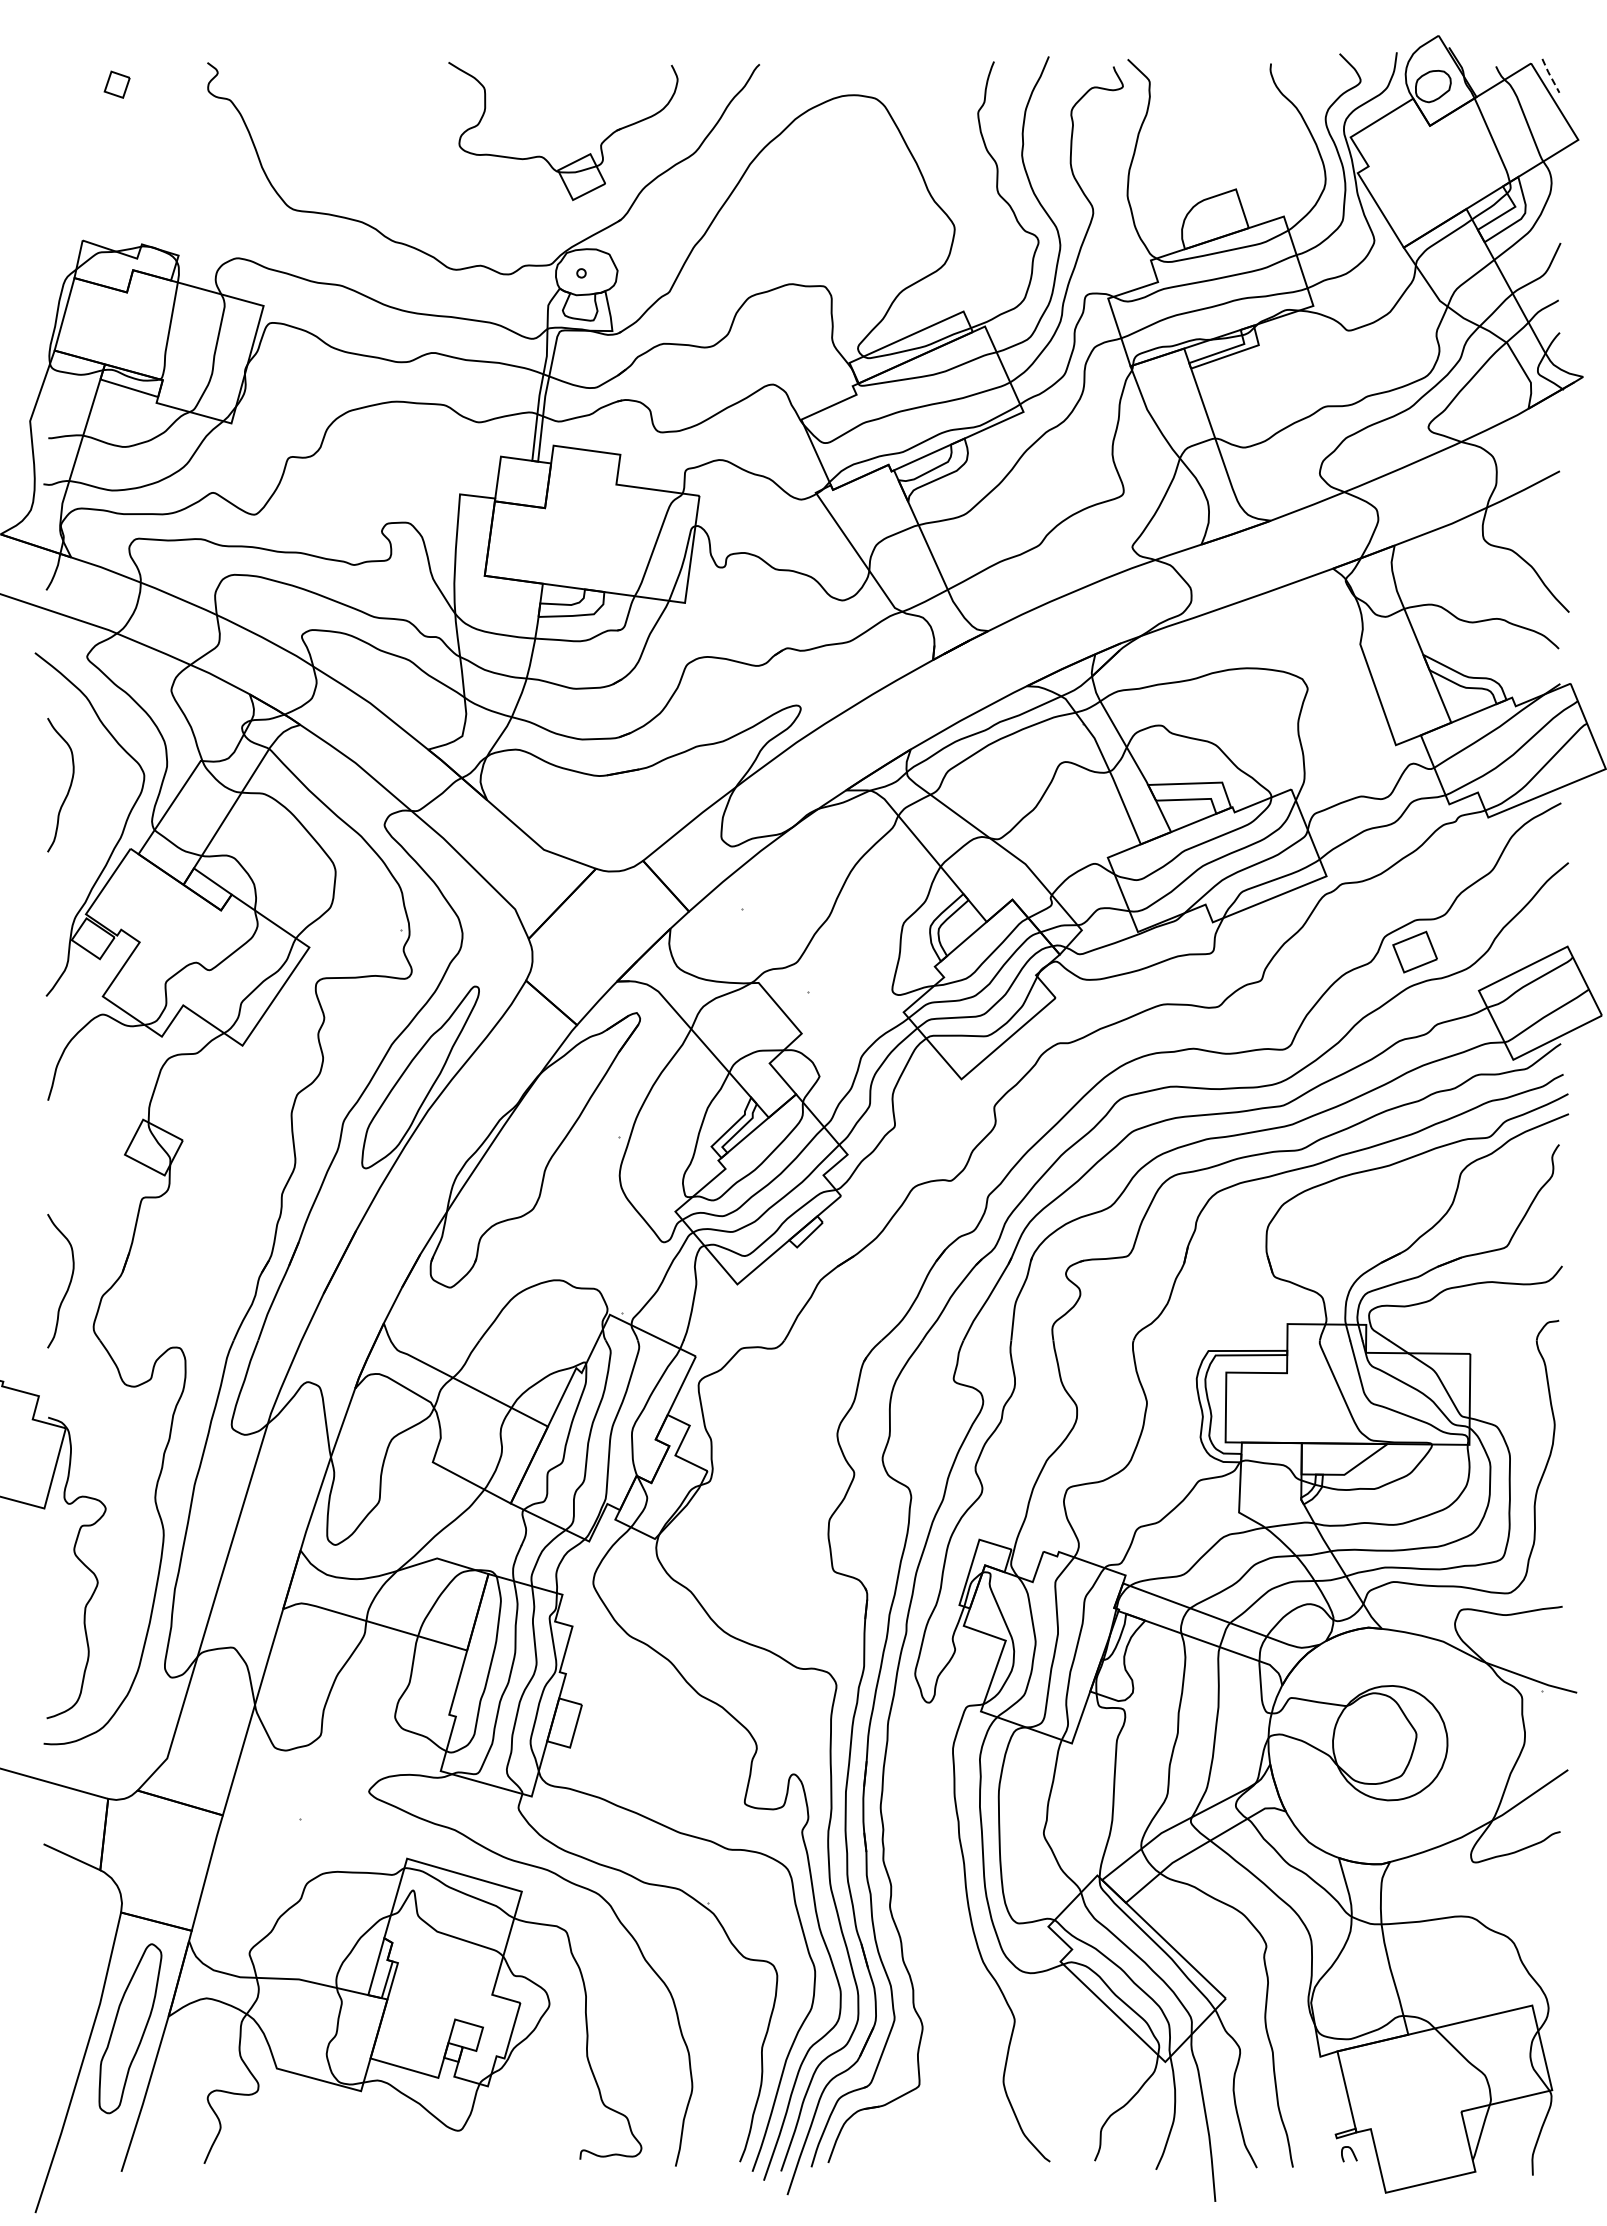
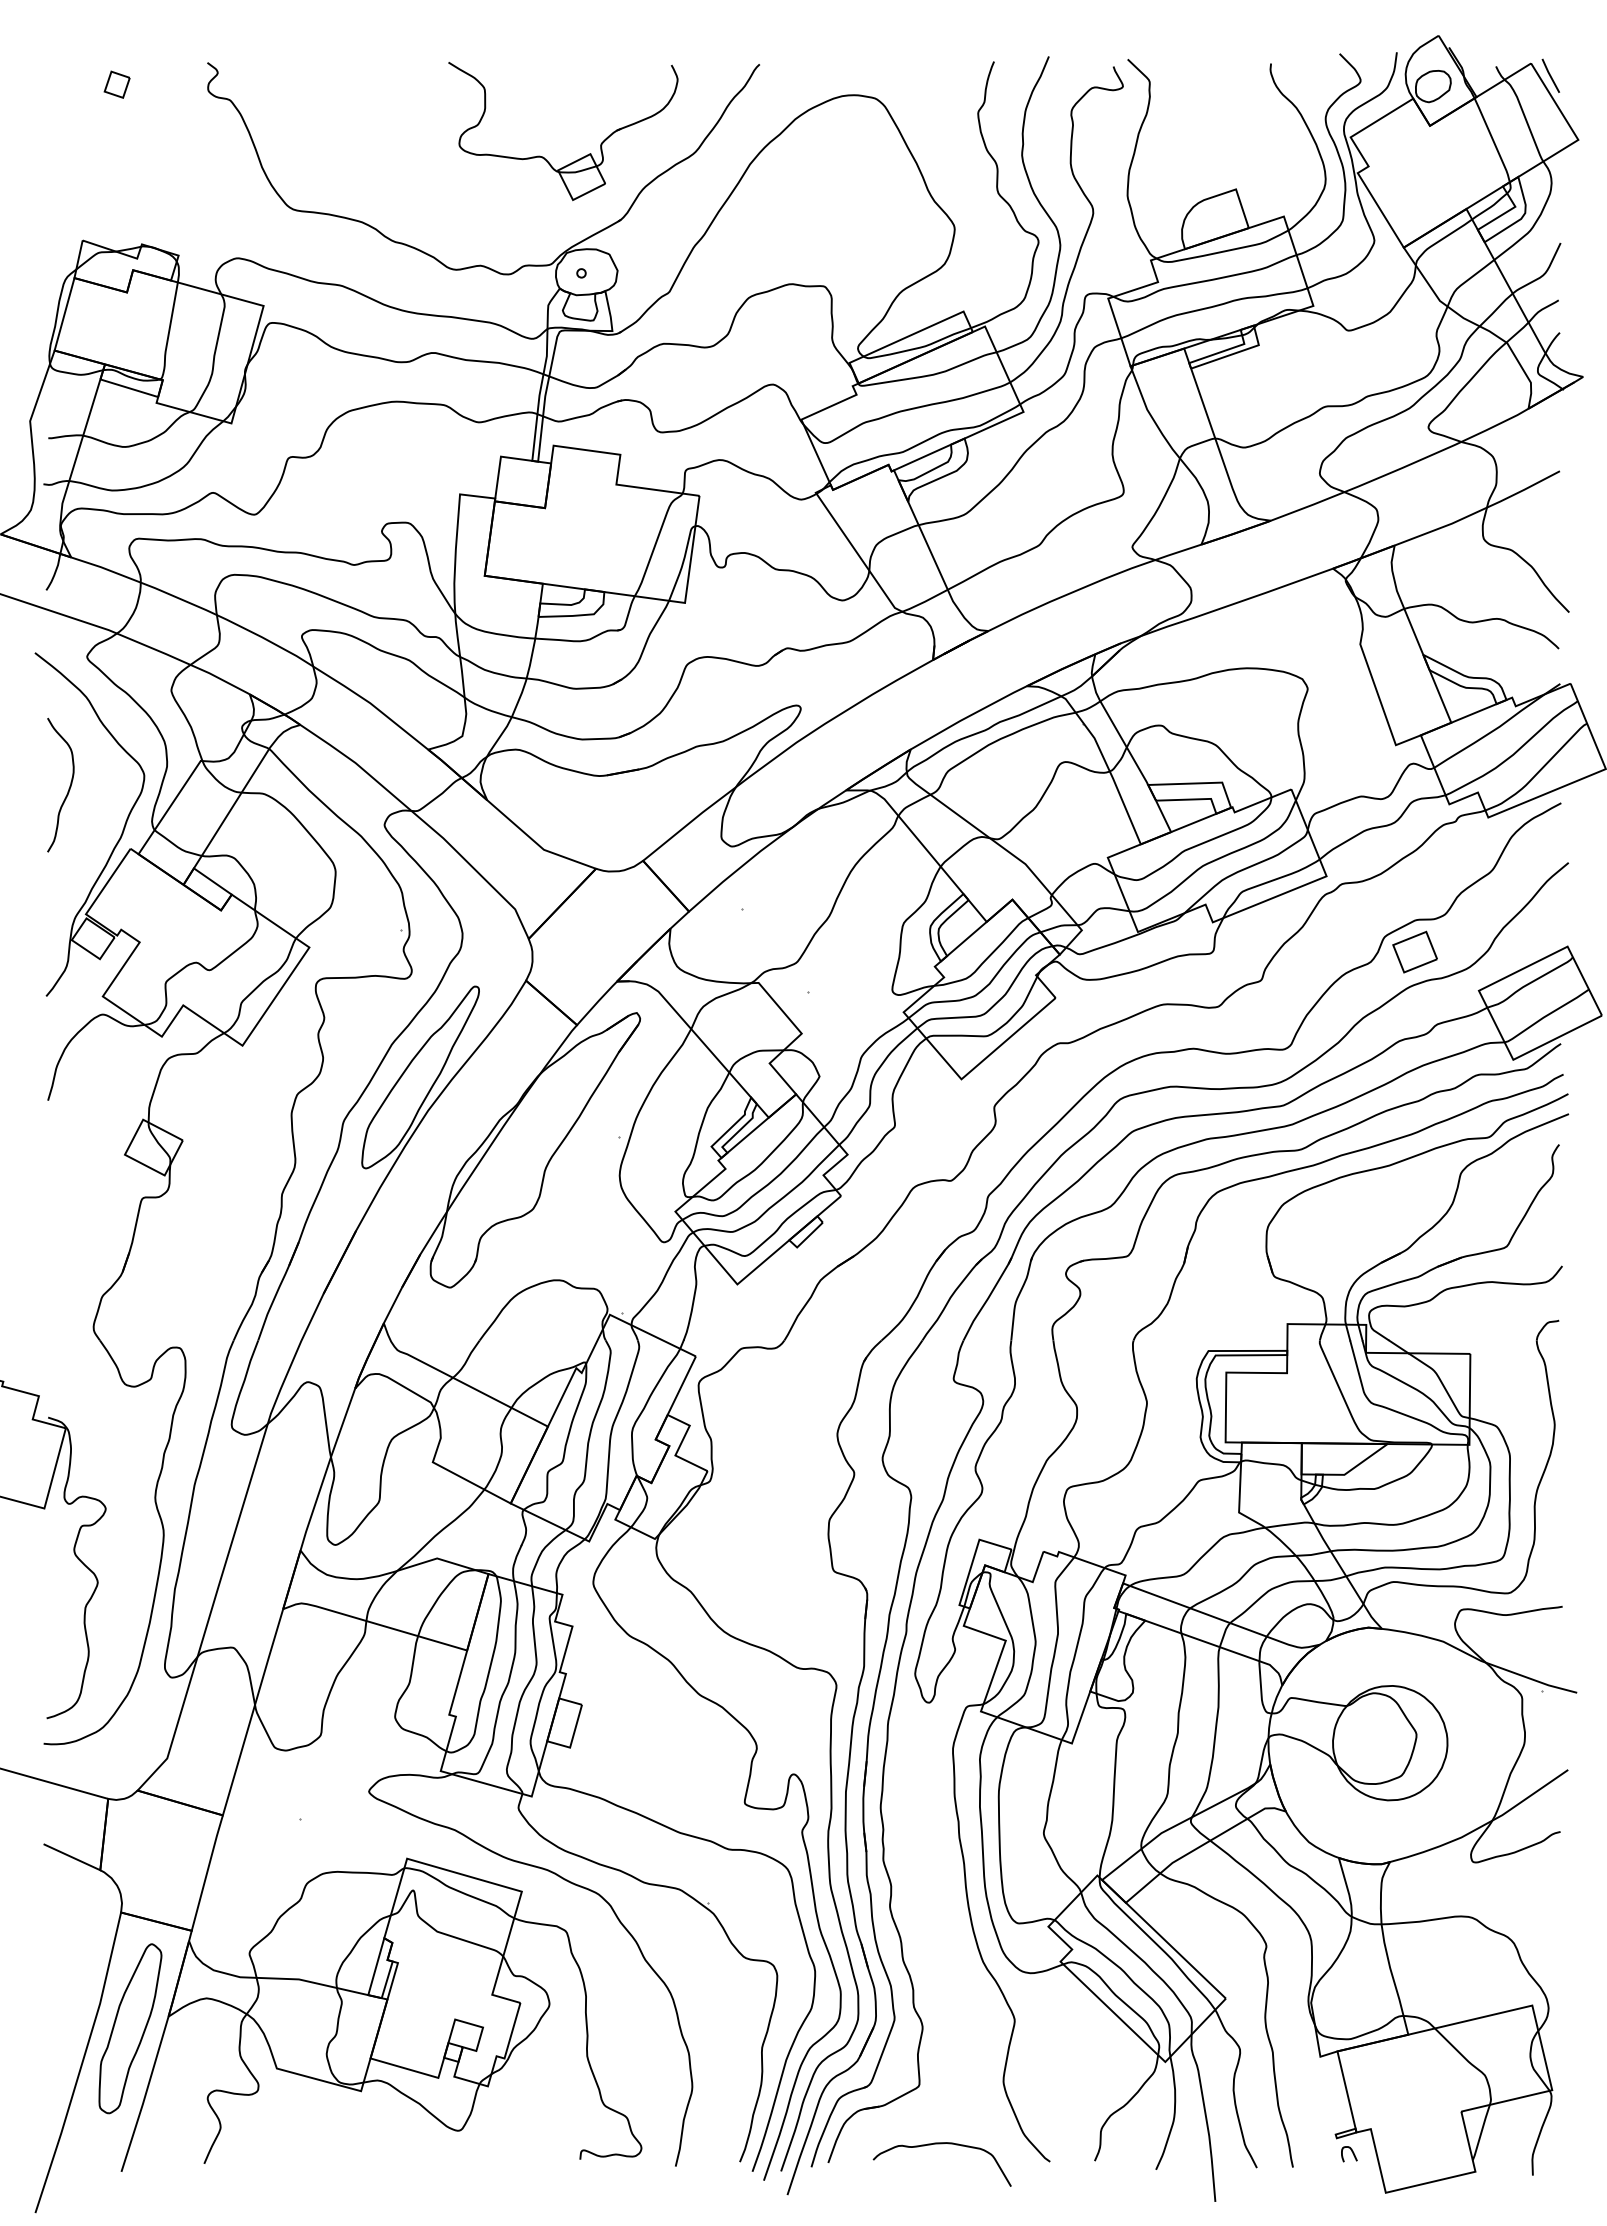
line at (1550, 75): dashed -> solid
curve at (68, 1284): present -> none
curve at (941, 2144): none -> present
